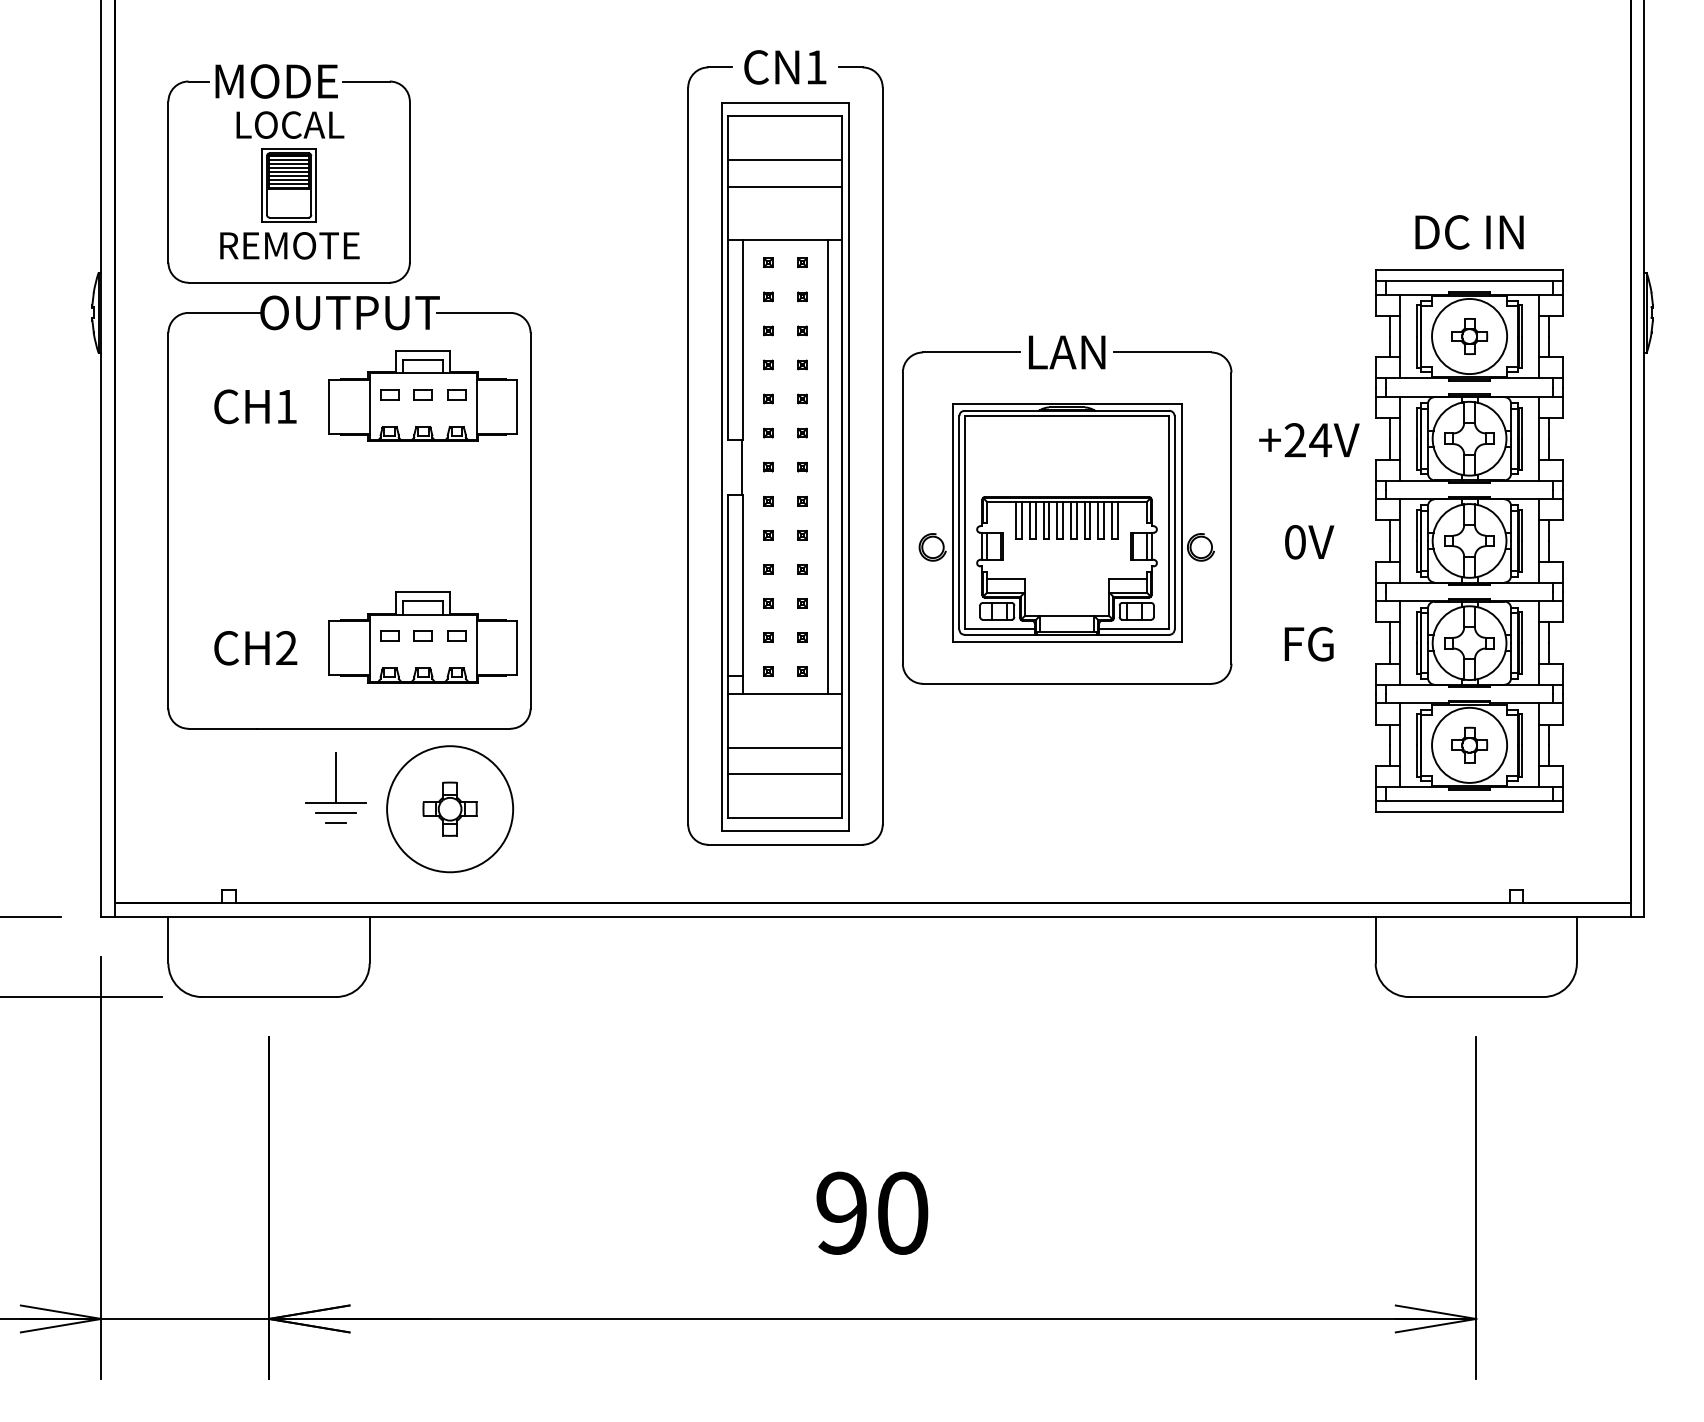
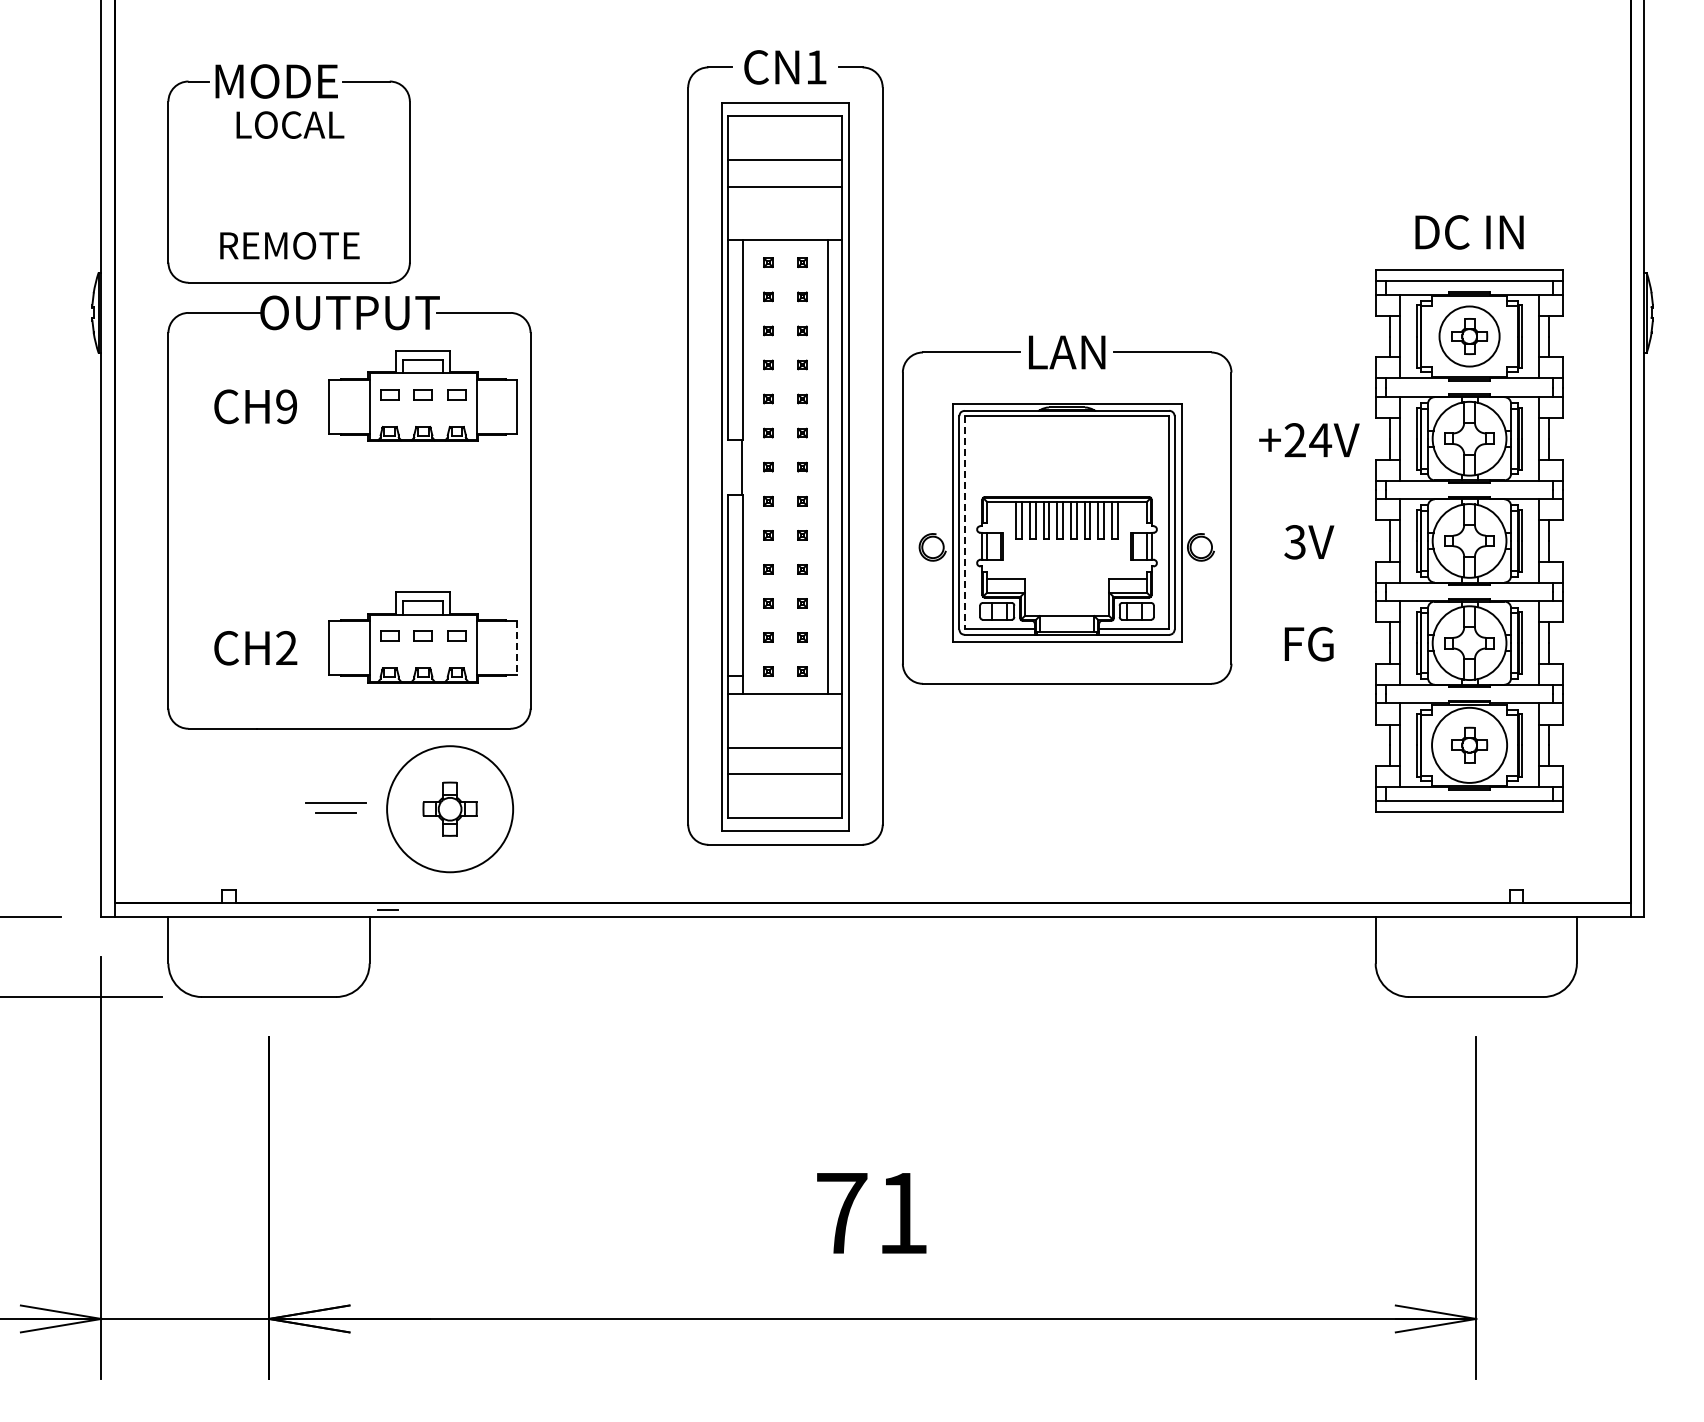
part at (288, 185): present -> none
circle at (1469, 336) diameter: 75 px -> 60 px
text at (286, 406): CH1 -> CH9
line at (964, 522): solid -> dashed
text at (1294, 542): 0V -> 3V
line at (517, 648): solid -> dashed
line at (336, 777): present -> none
line at (335, 822) position: (335, 822) -> (387, 909)
text at (872, 1212): 90 -> 71
